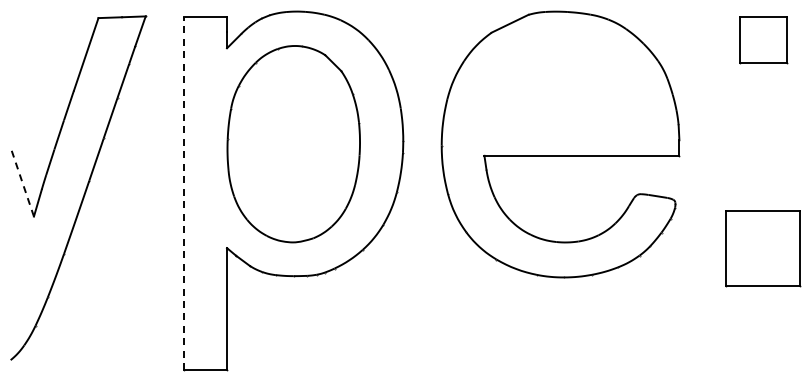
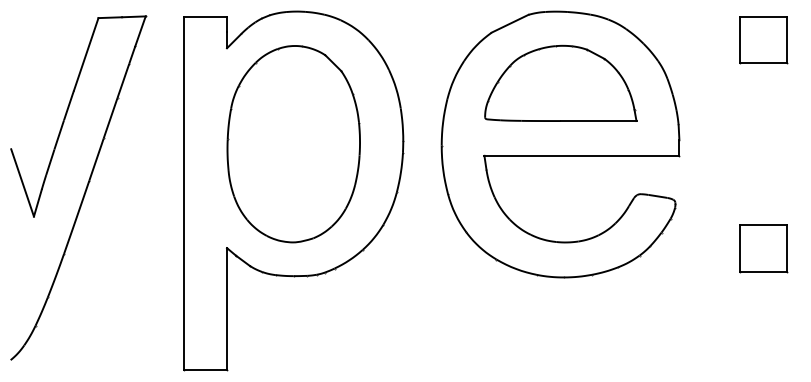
part at (560, 82): none -> present
line at (22, 182): dashed -> solid
line at (183, 193): dashed -> solid
part at (763, 248) size: 77x78 px -> 50x50 px
